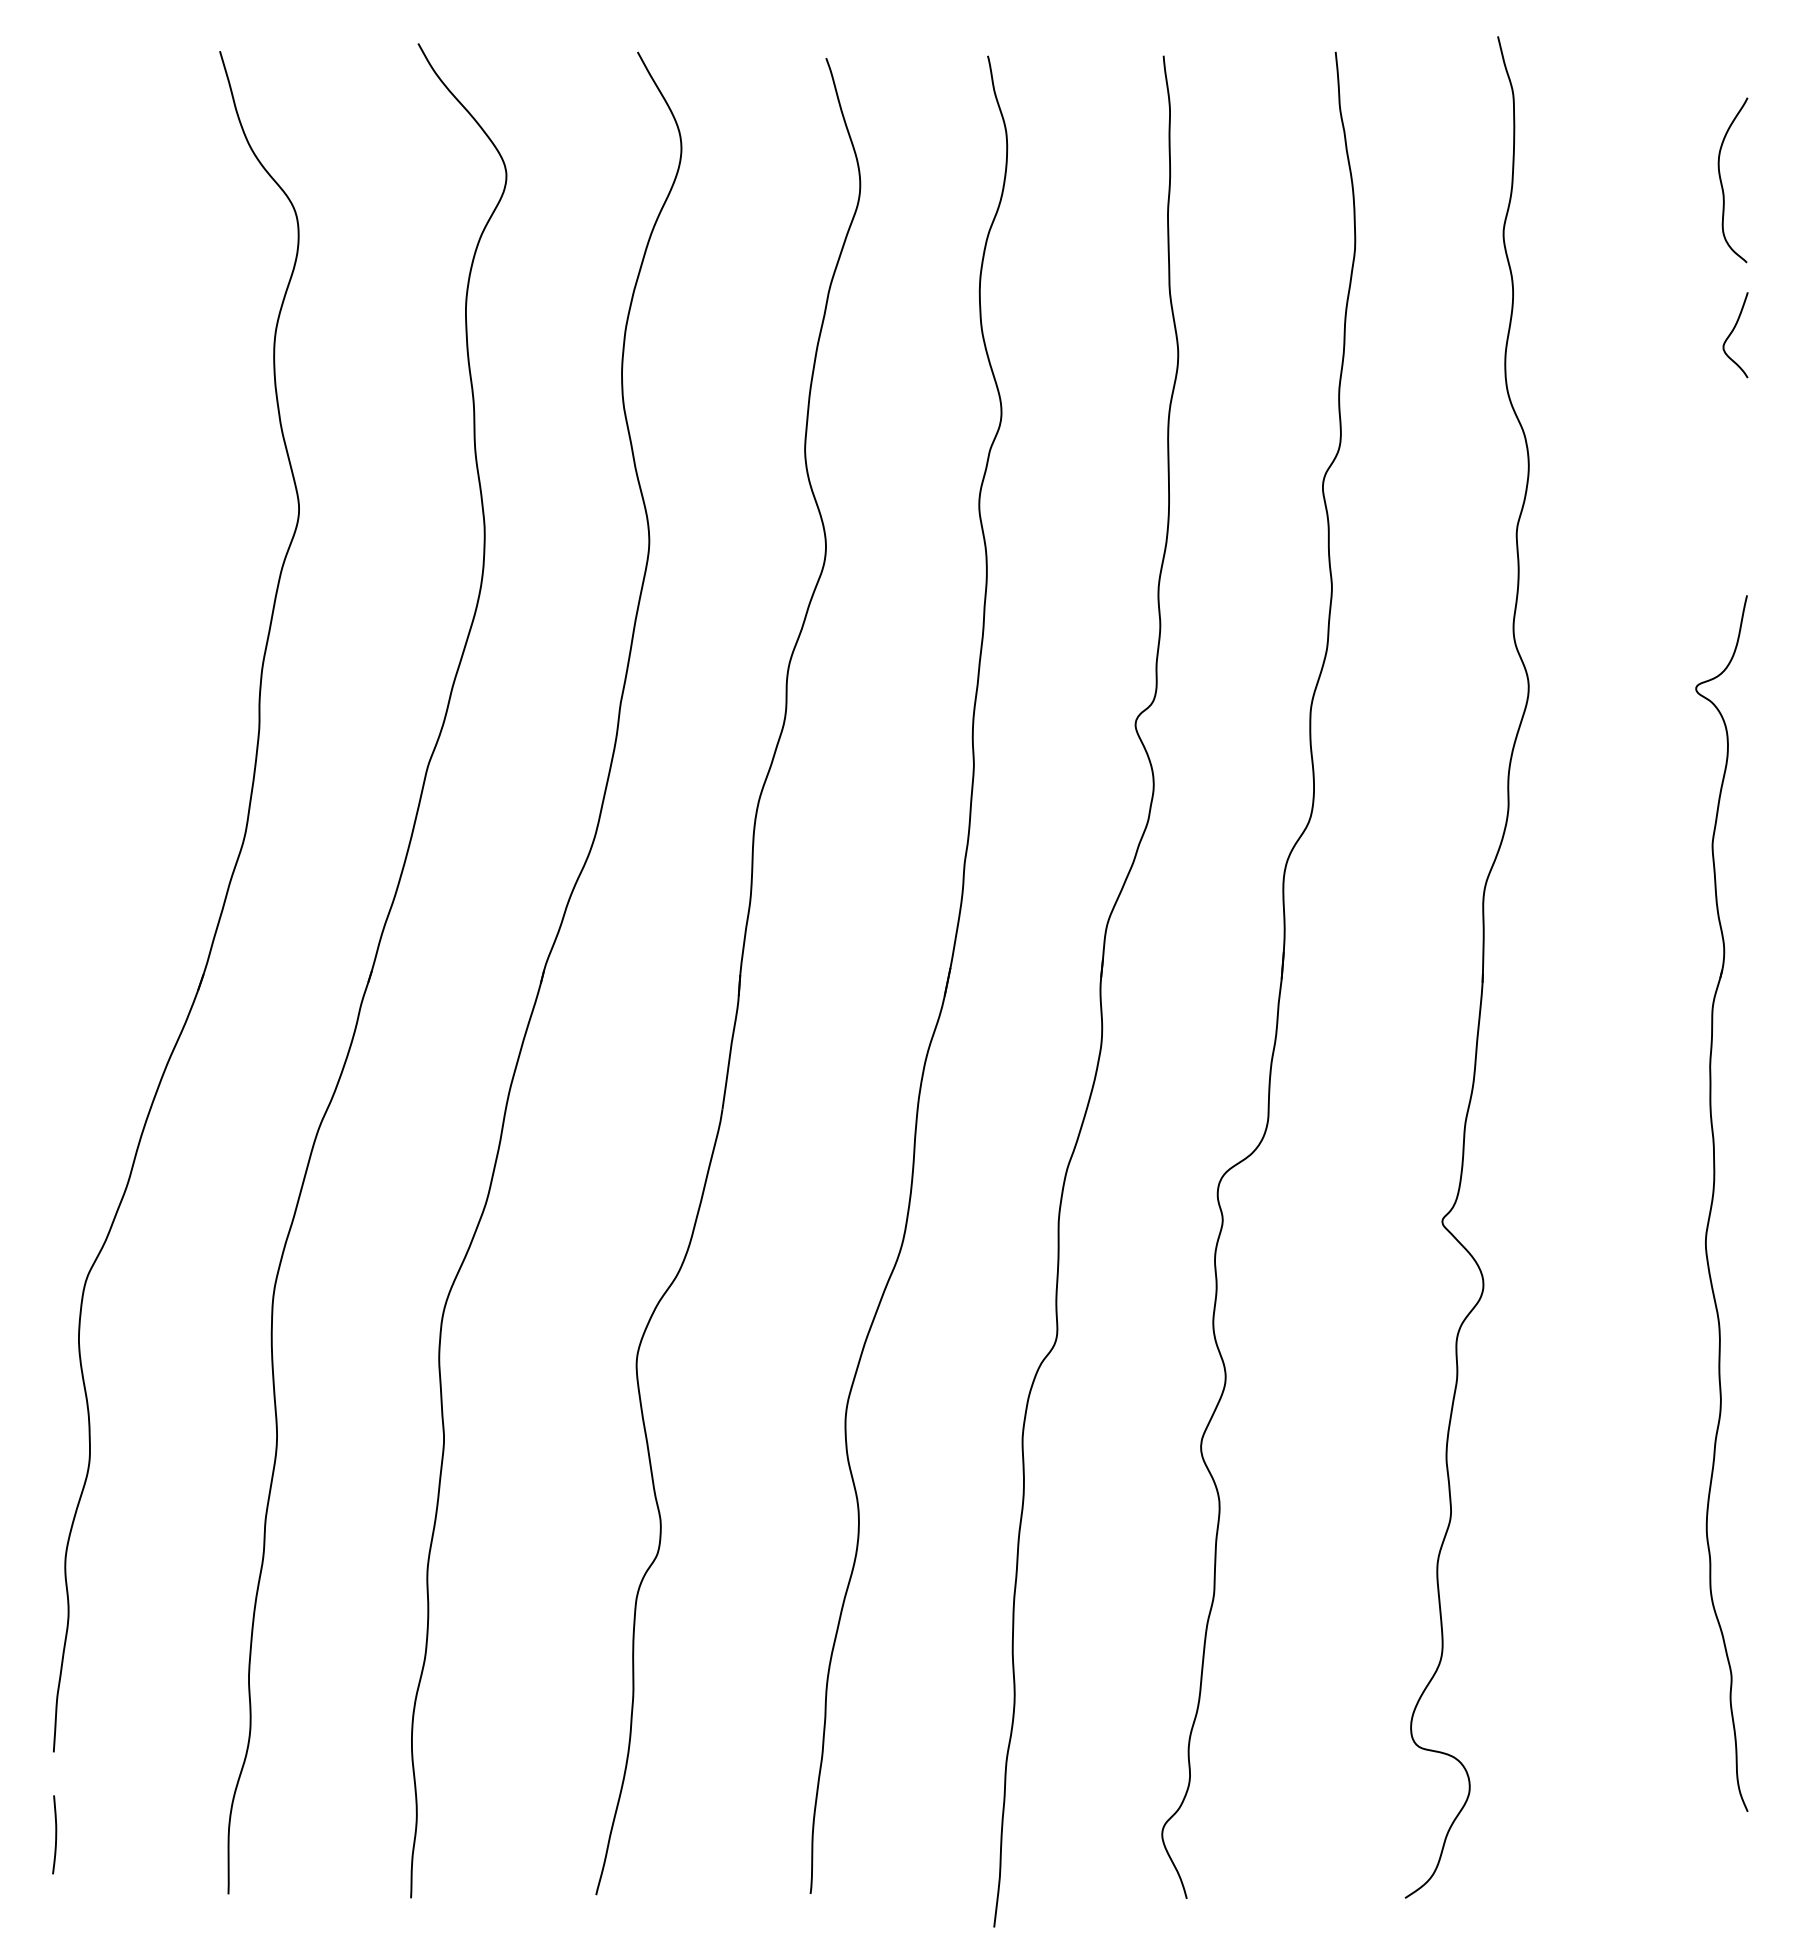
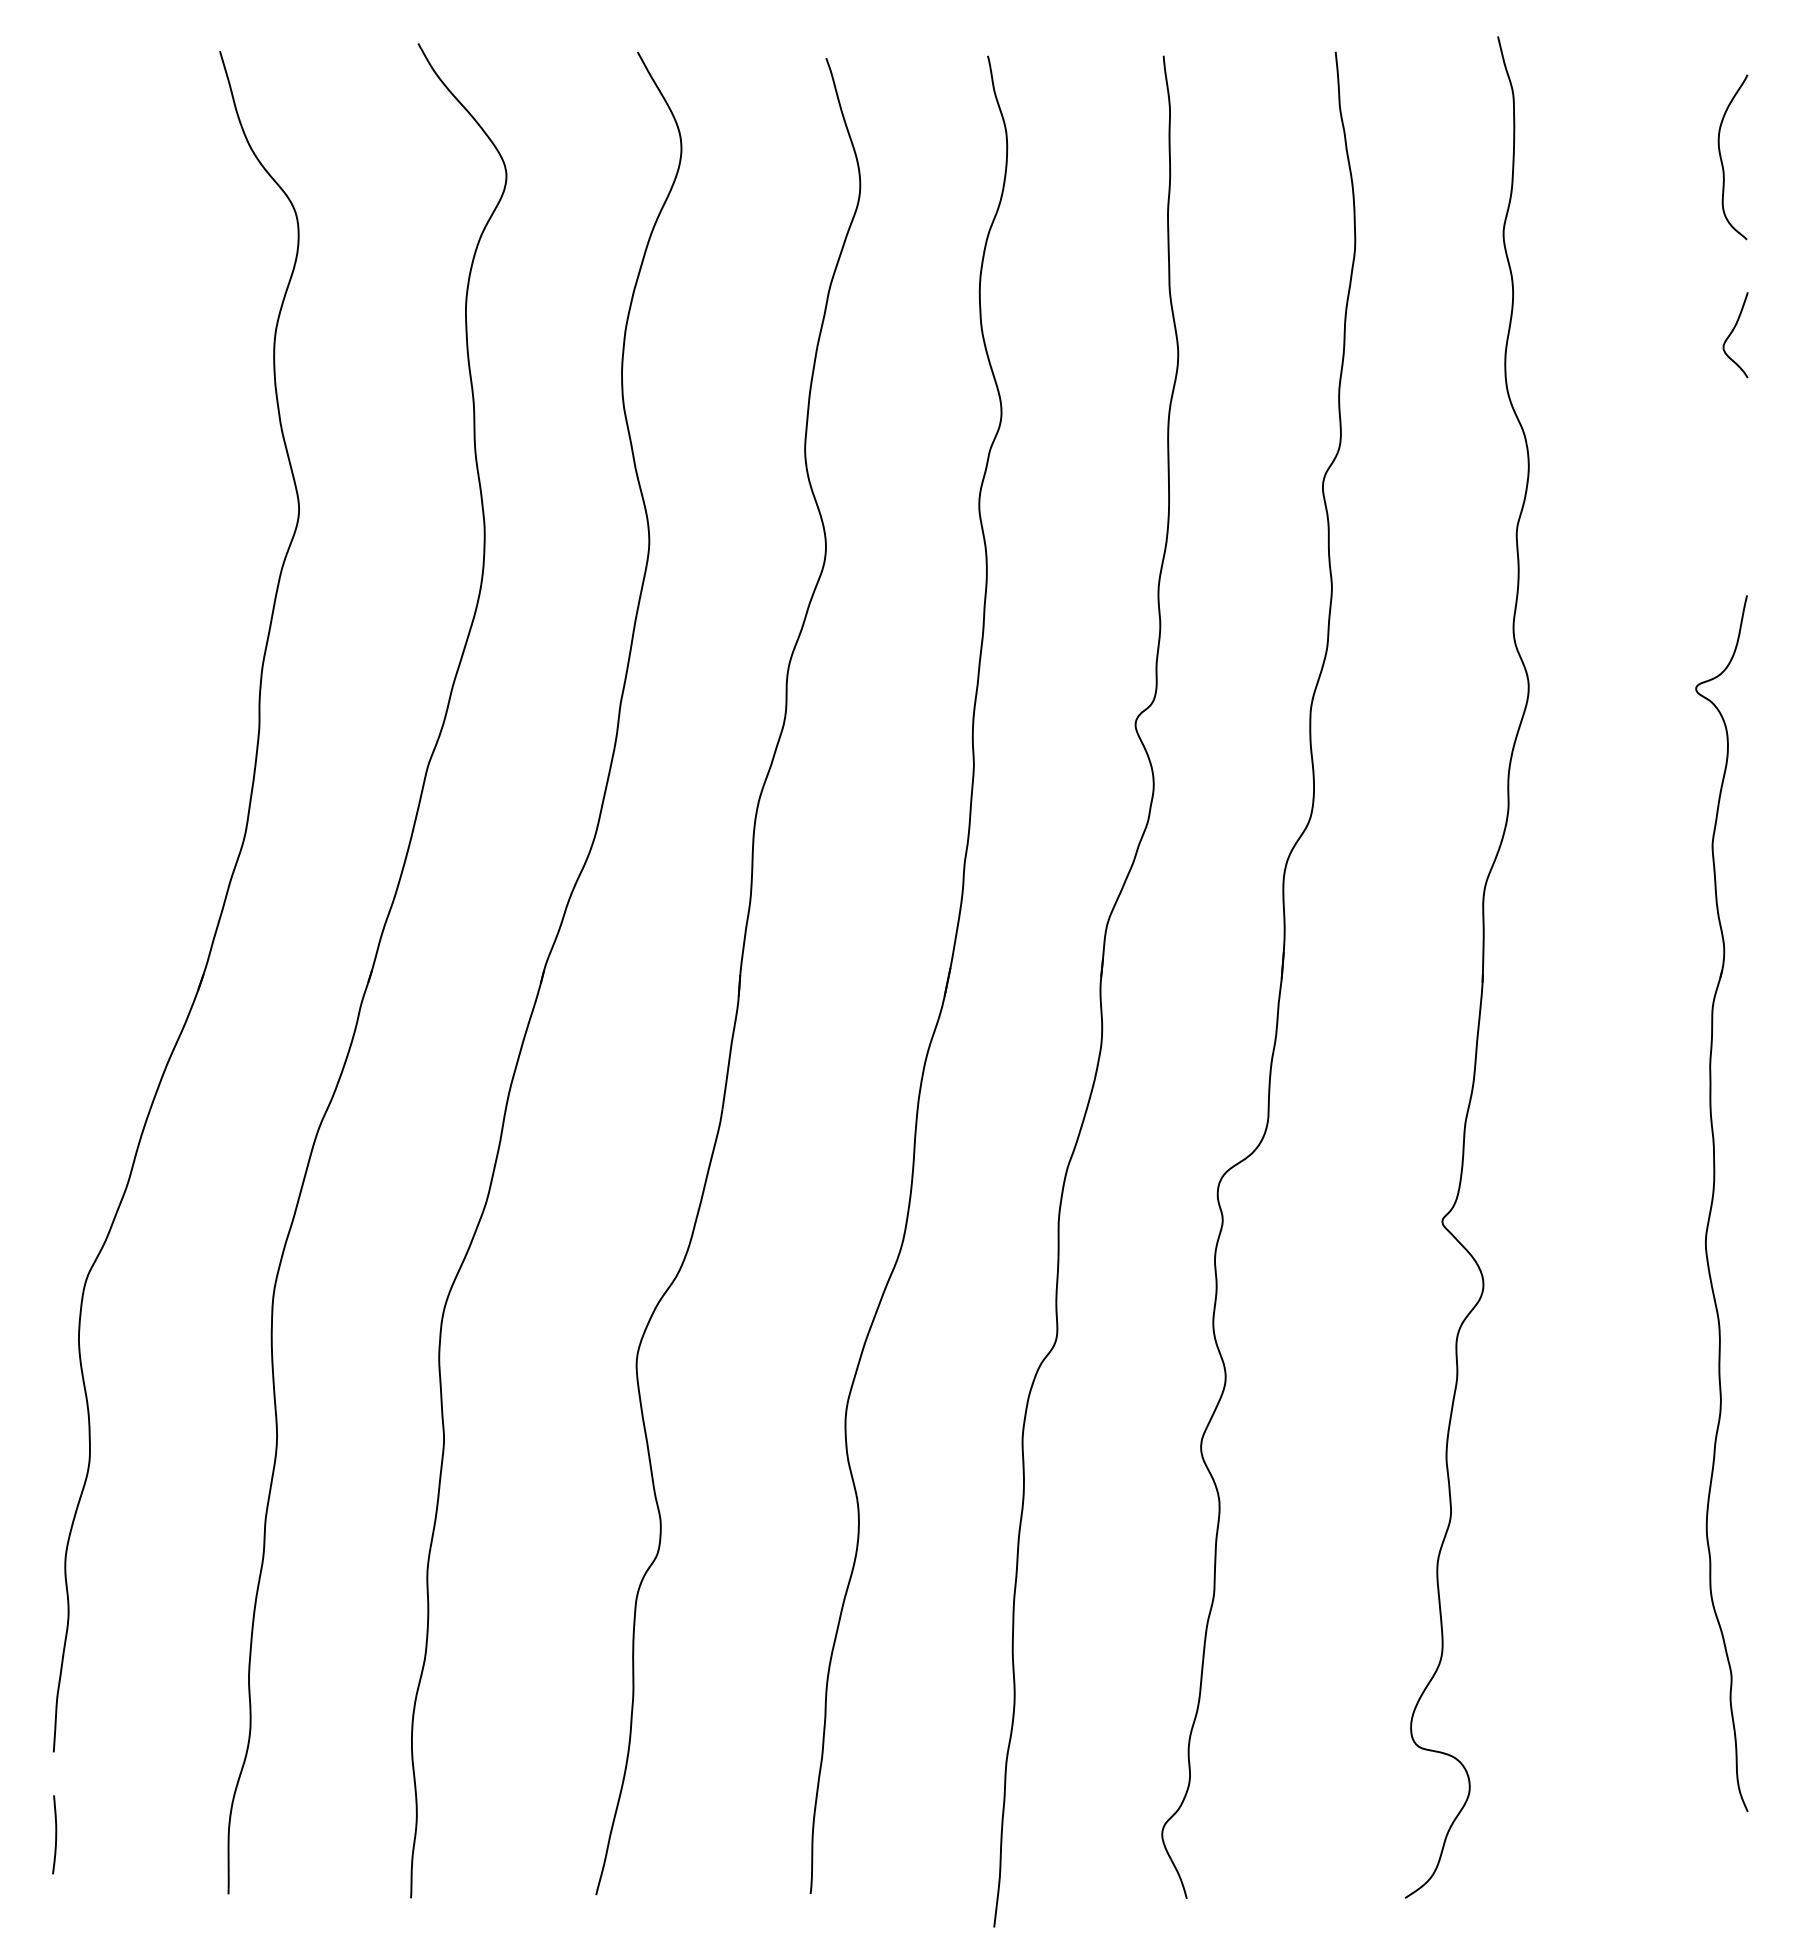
curve at (1722, 182) position: (1722, 182) -> (1722, 159)
